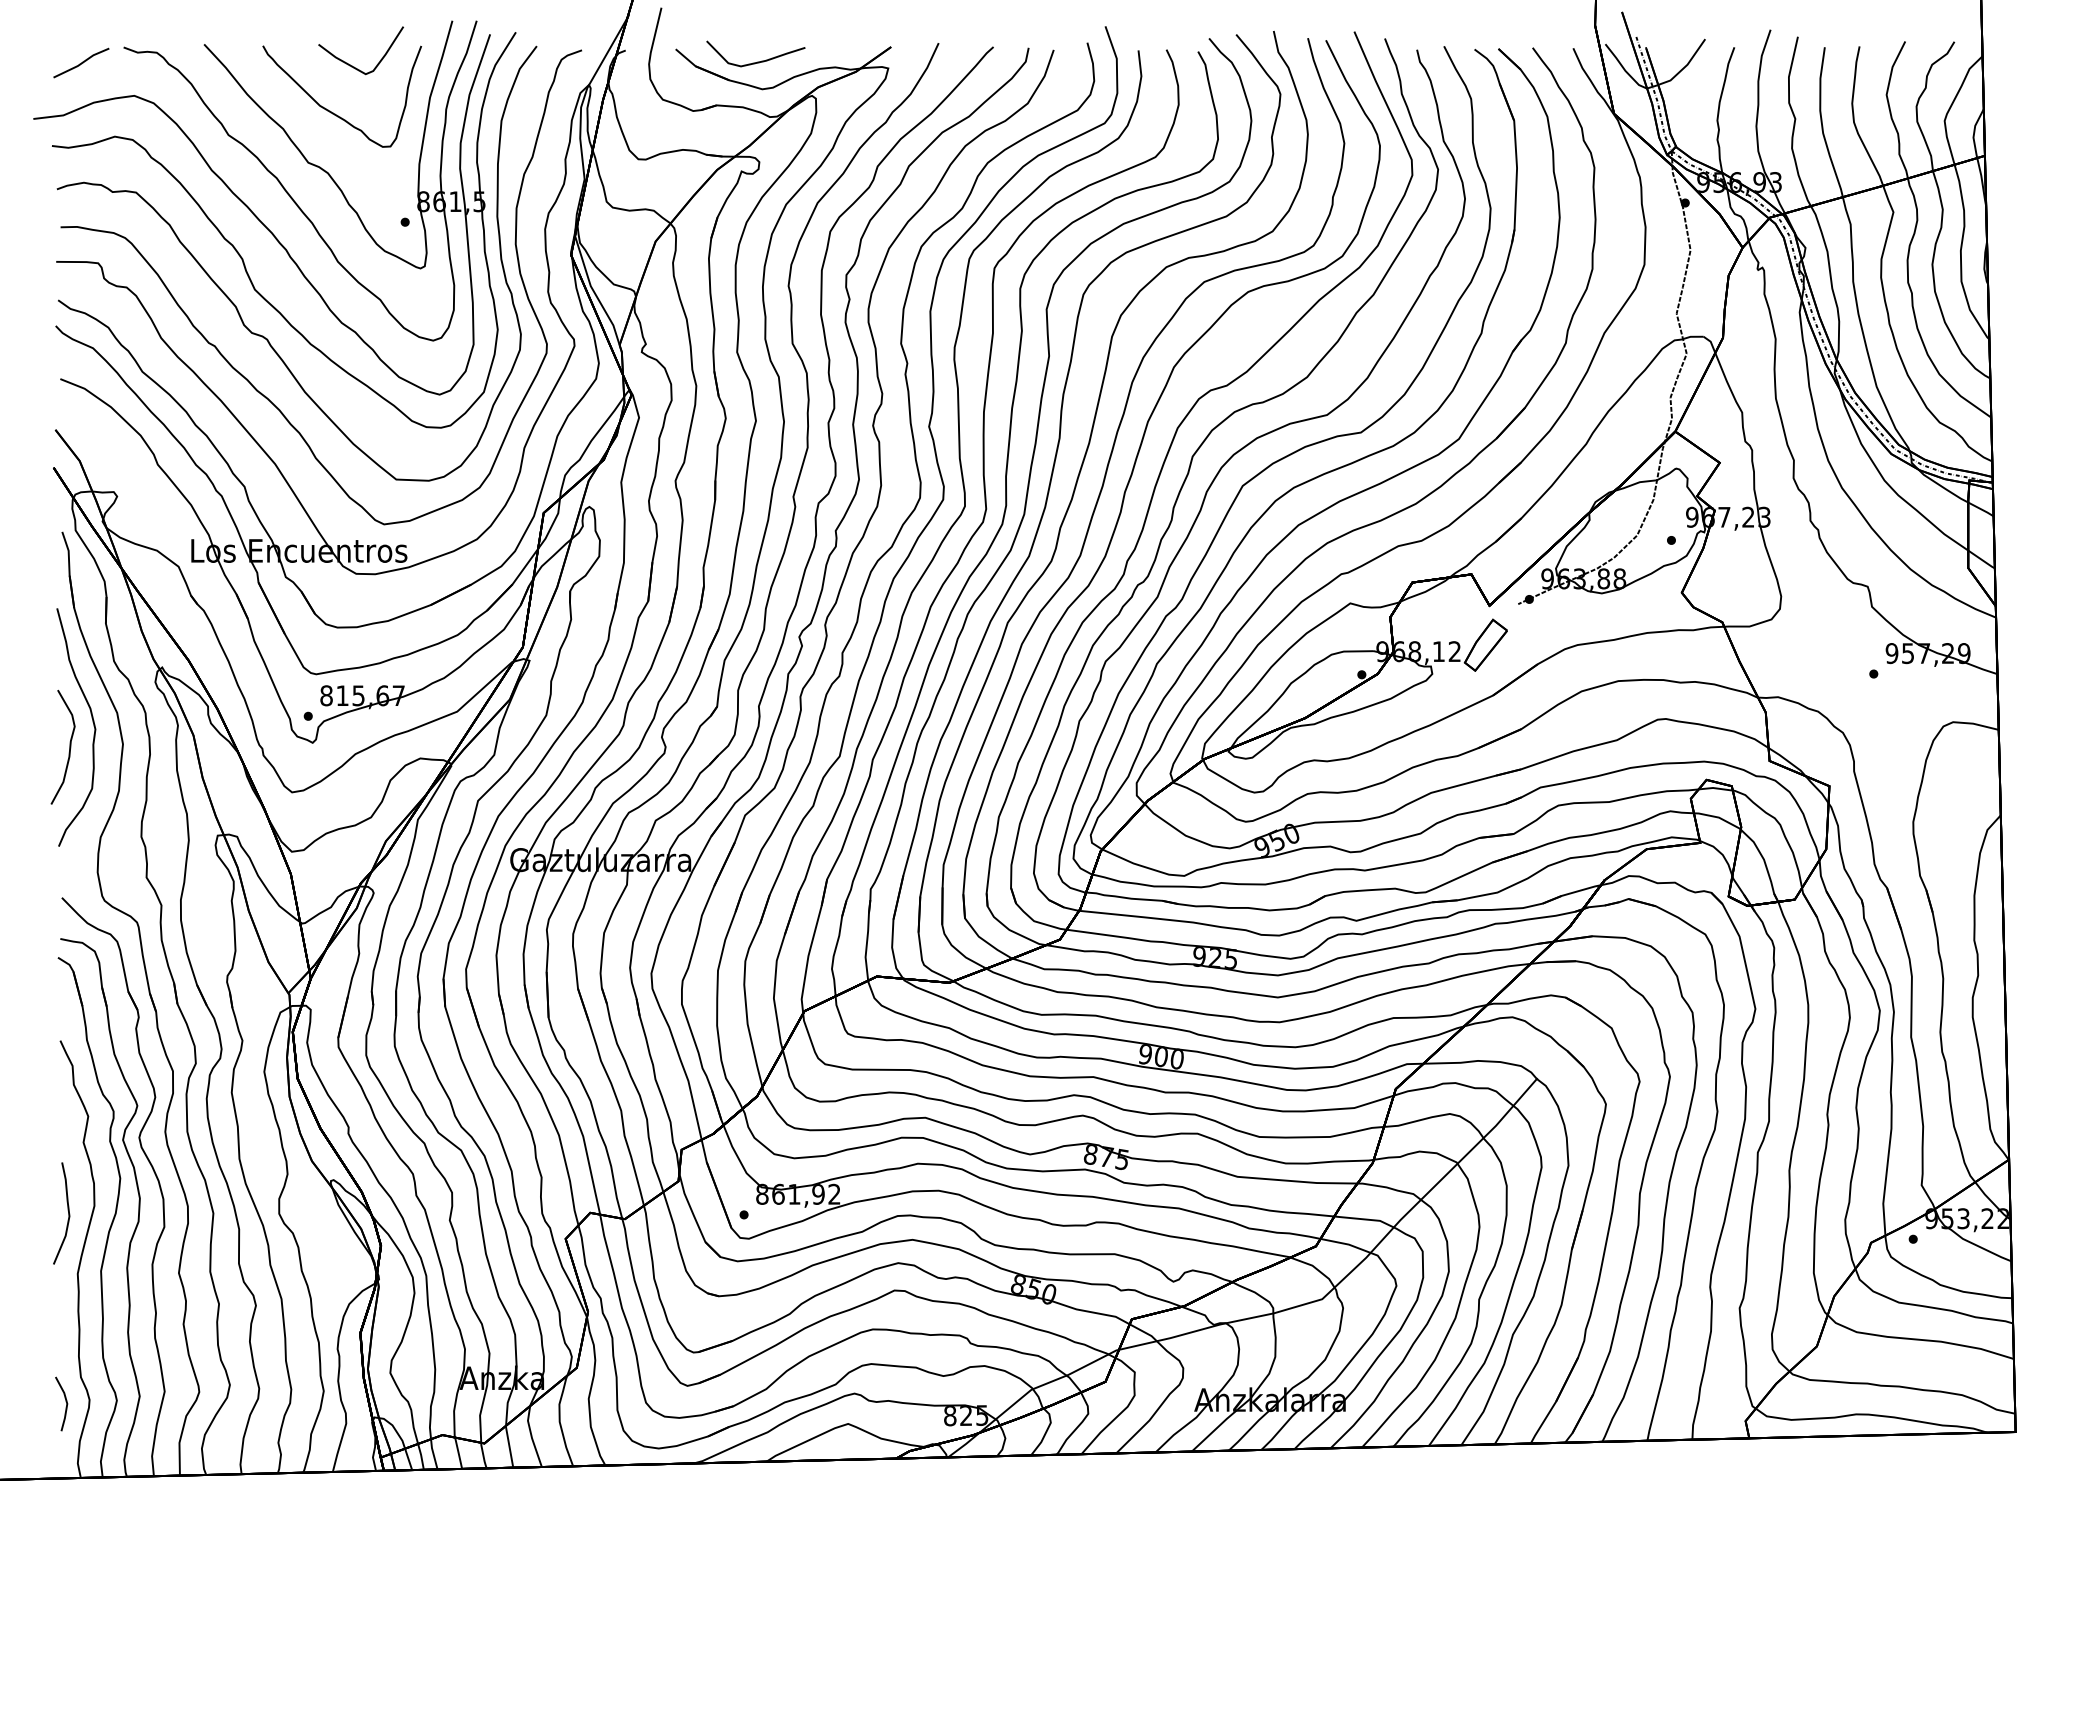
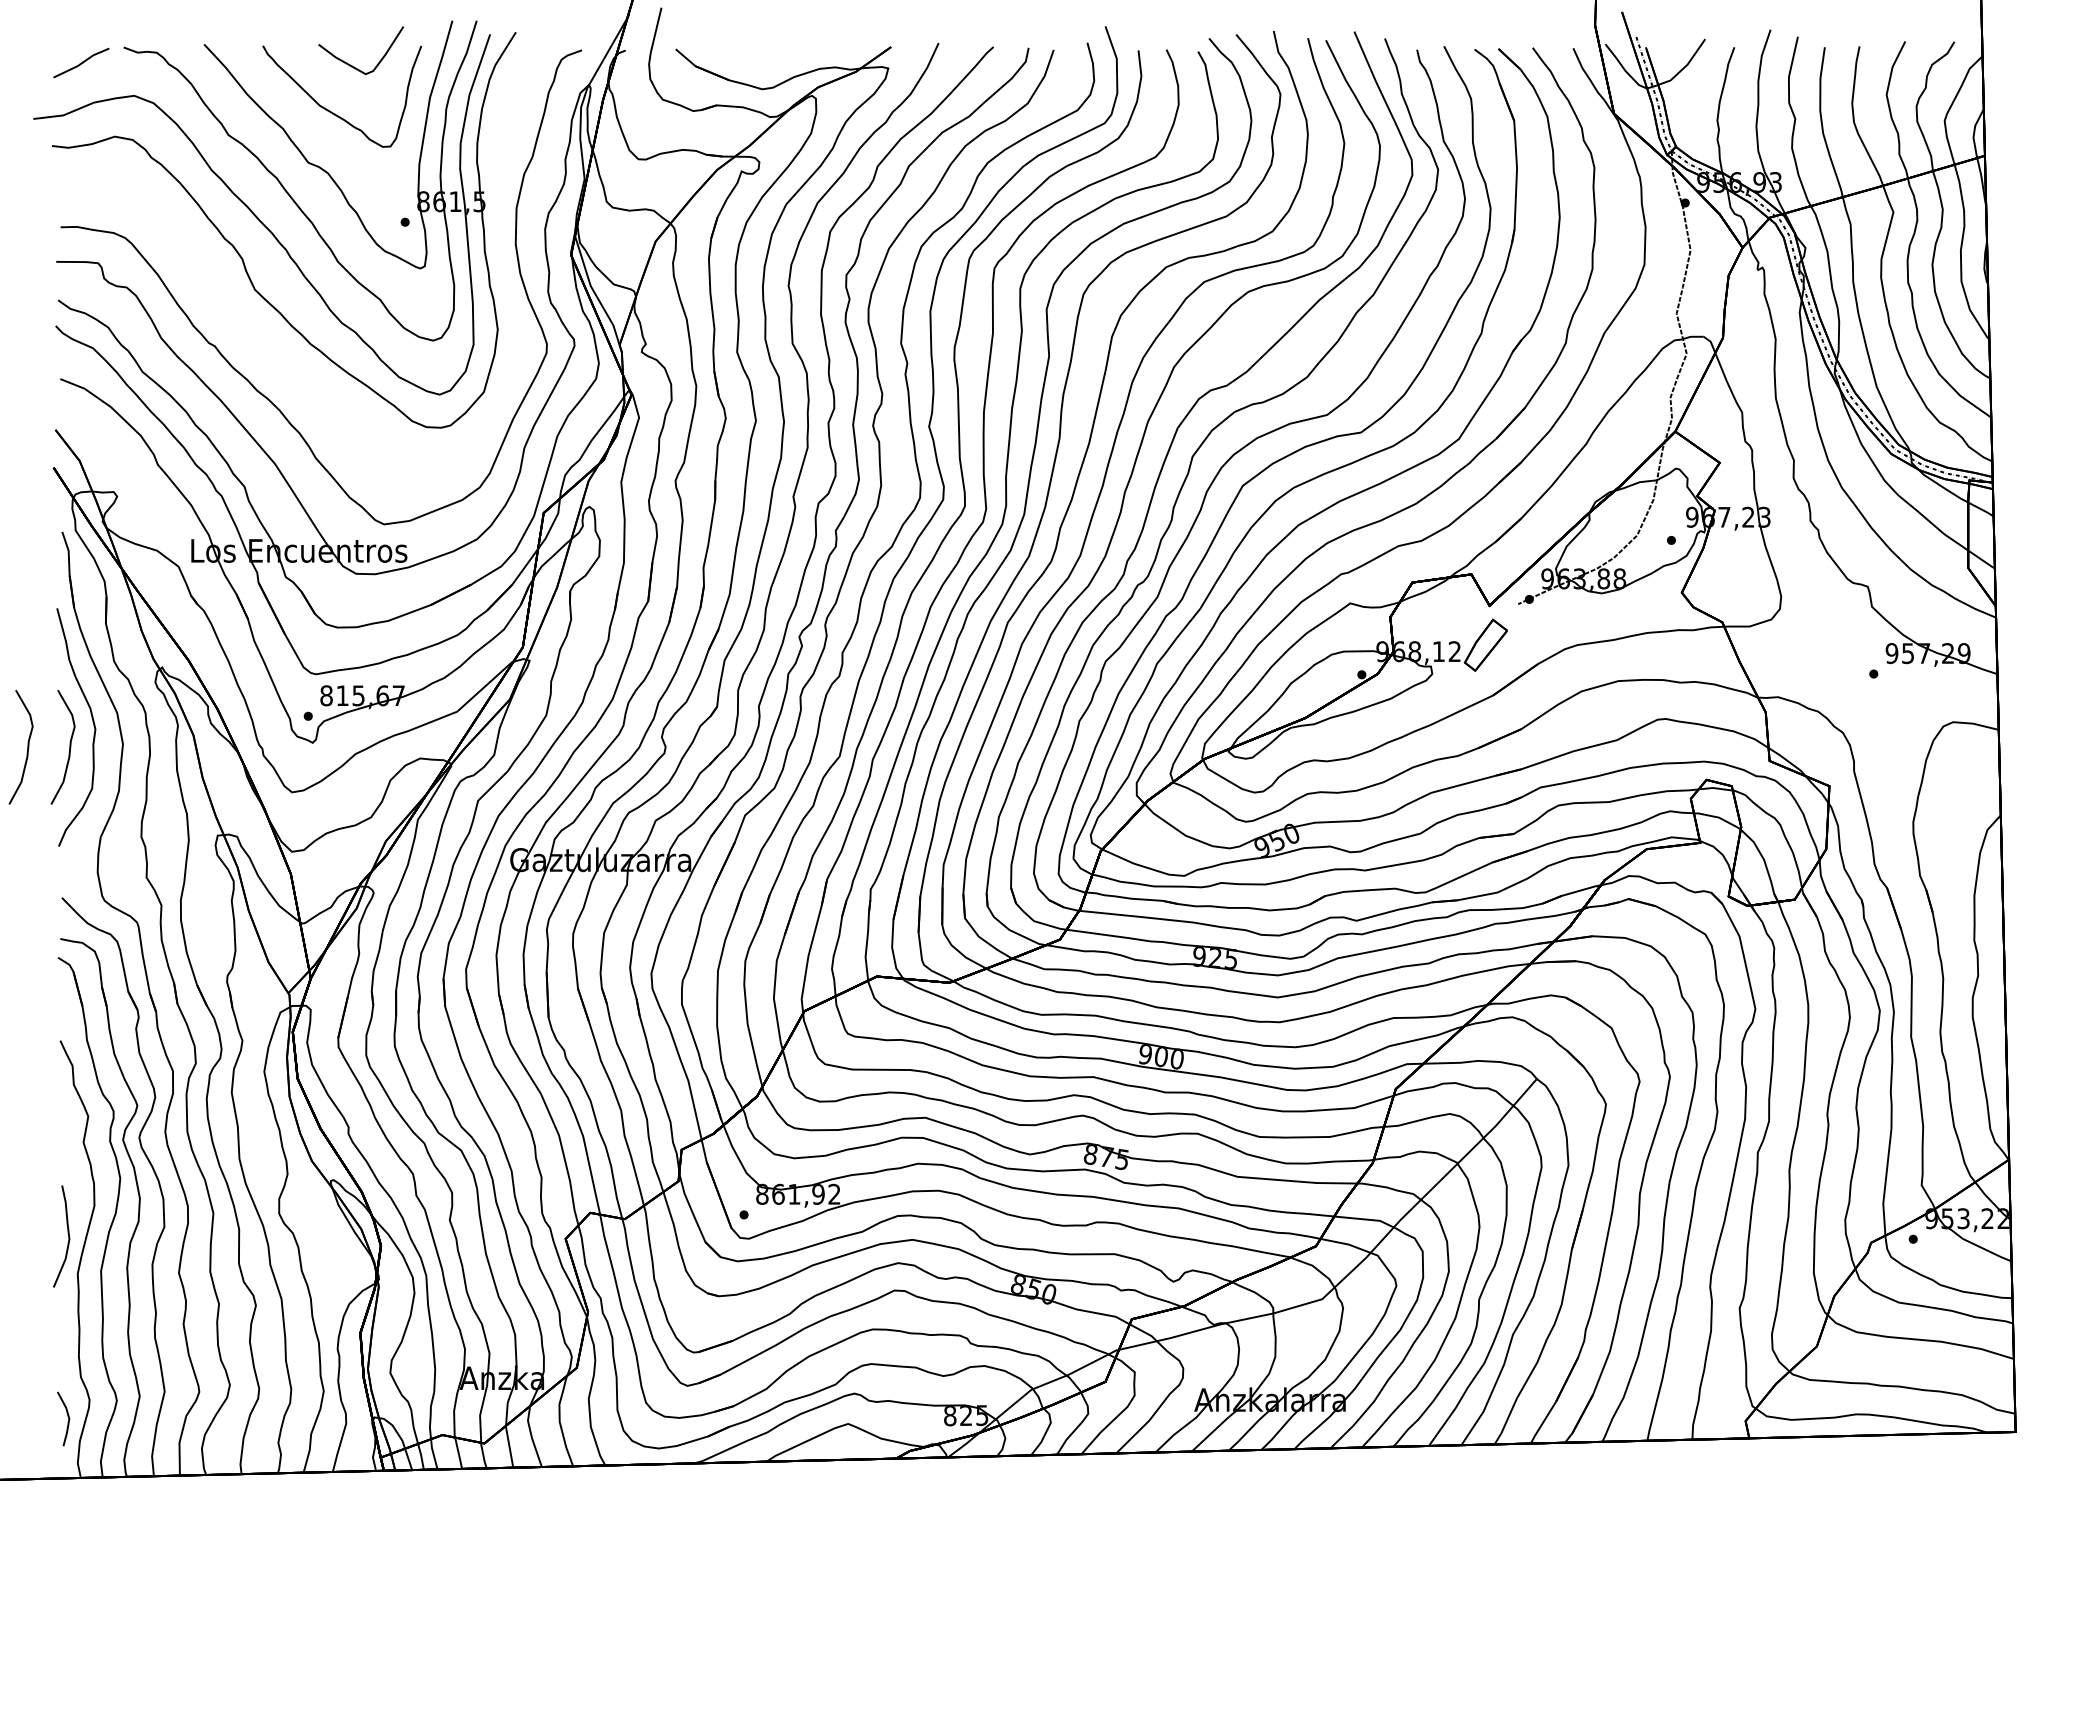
curve at (757, 61): present -> none
curve at (235, 304): present -> none
curve at (27, 746): none -> present
curve at (67, 1210) position: (67, 1210) -> (67, 1233)
line at (65, 1401) position: (65, 1401) -> (67, 1416)
